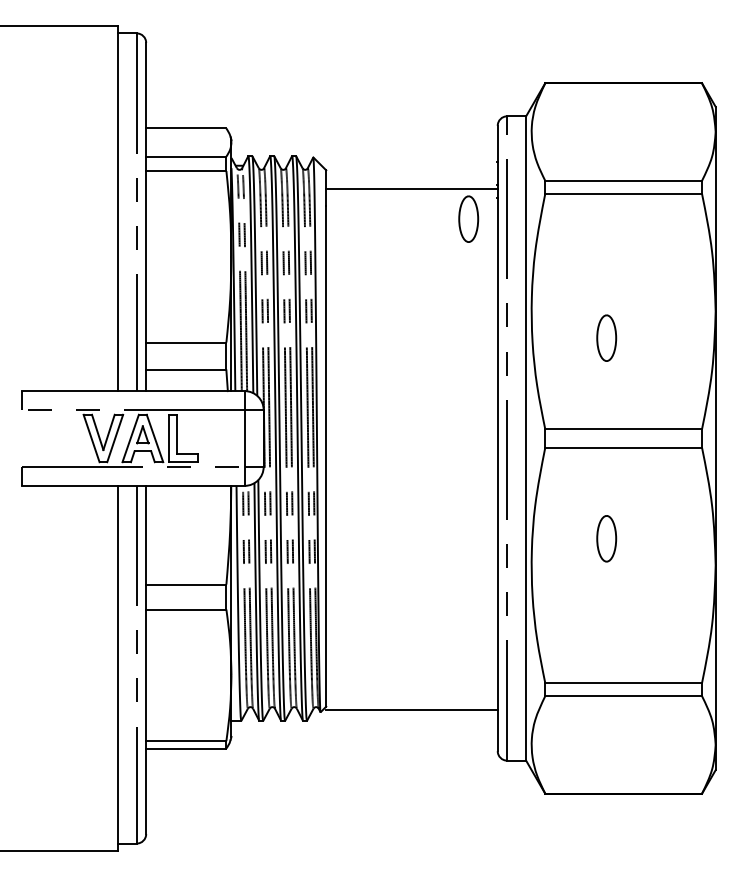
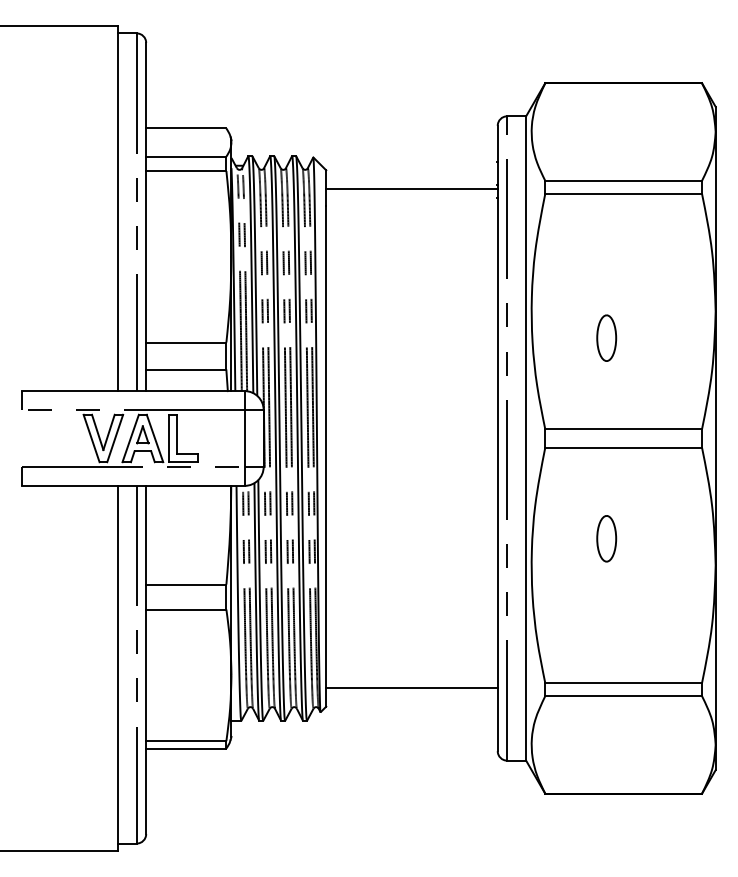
part at (468, 218): present -> none
line at (411, 710) position: (411, 710) -> (411, 688)
